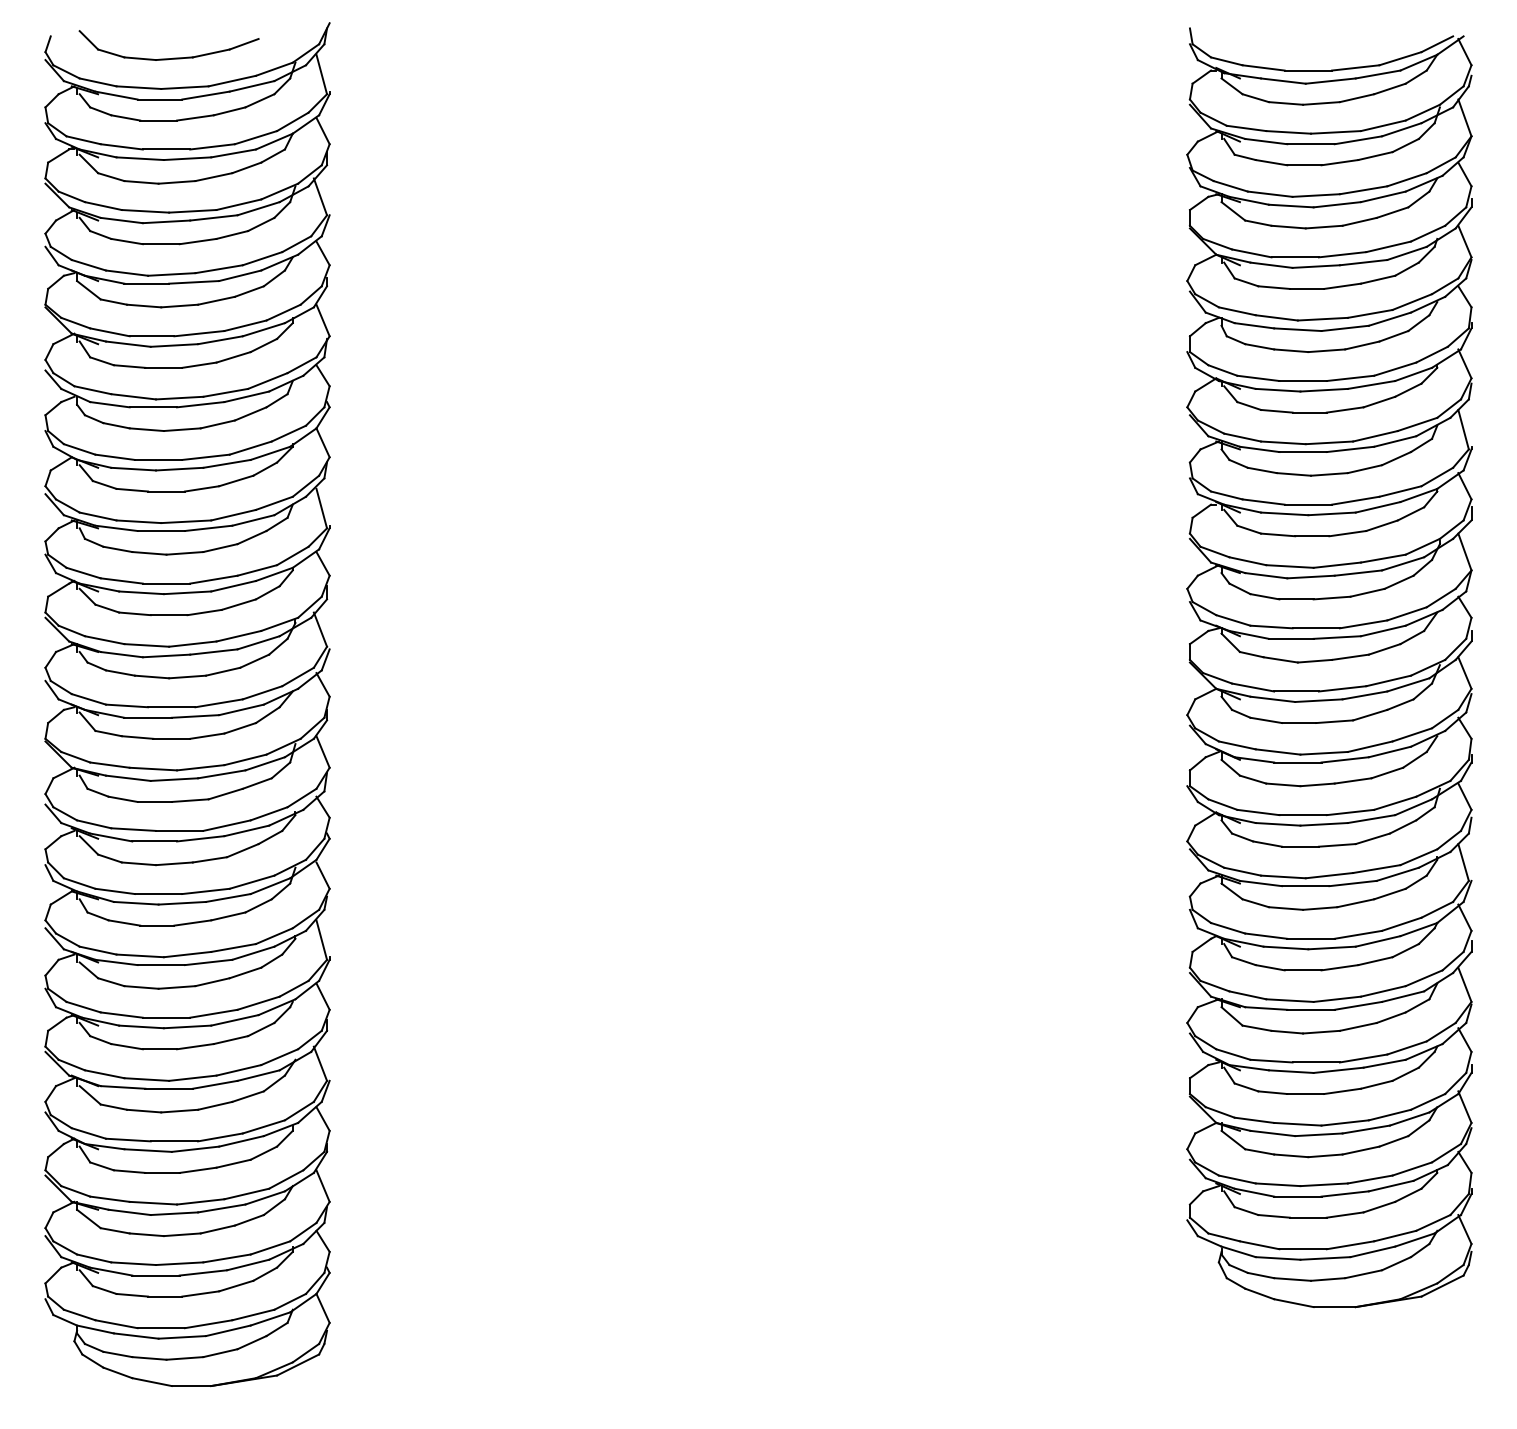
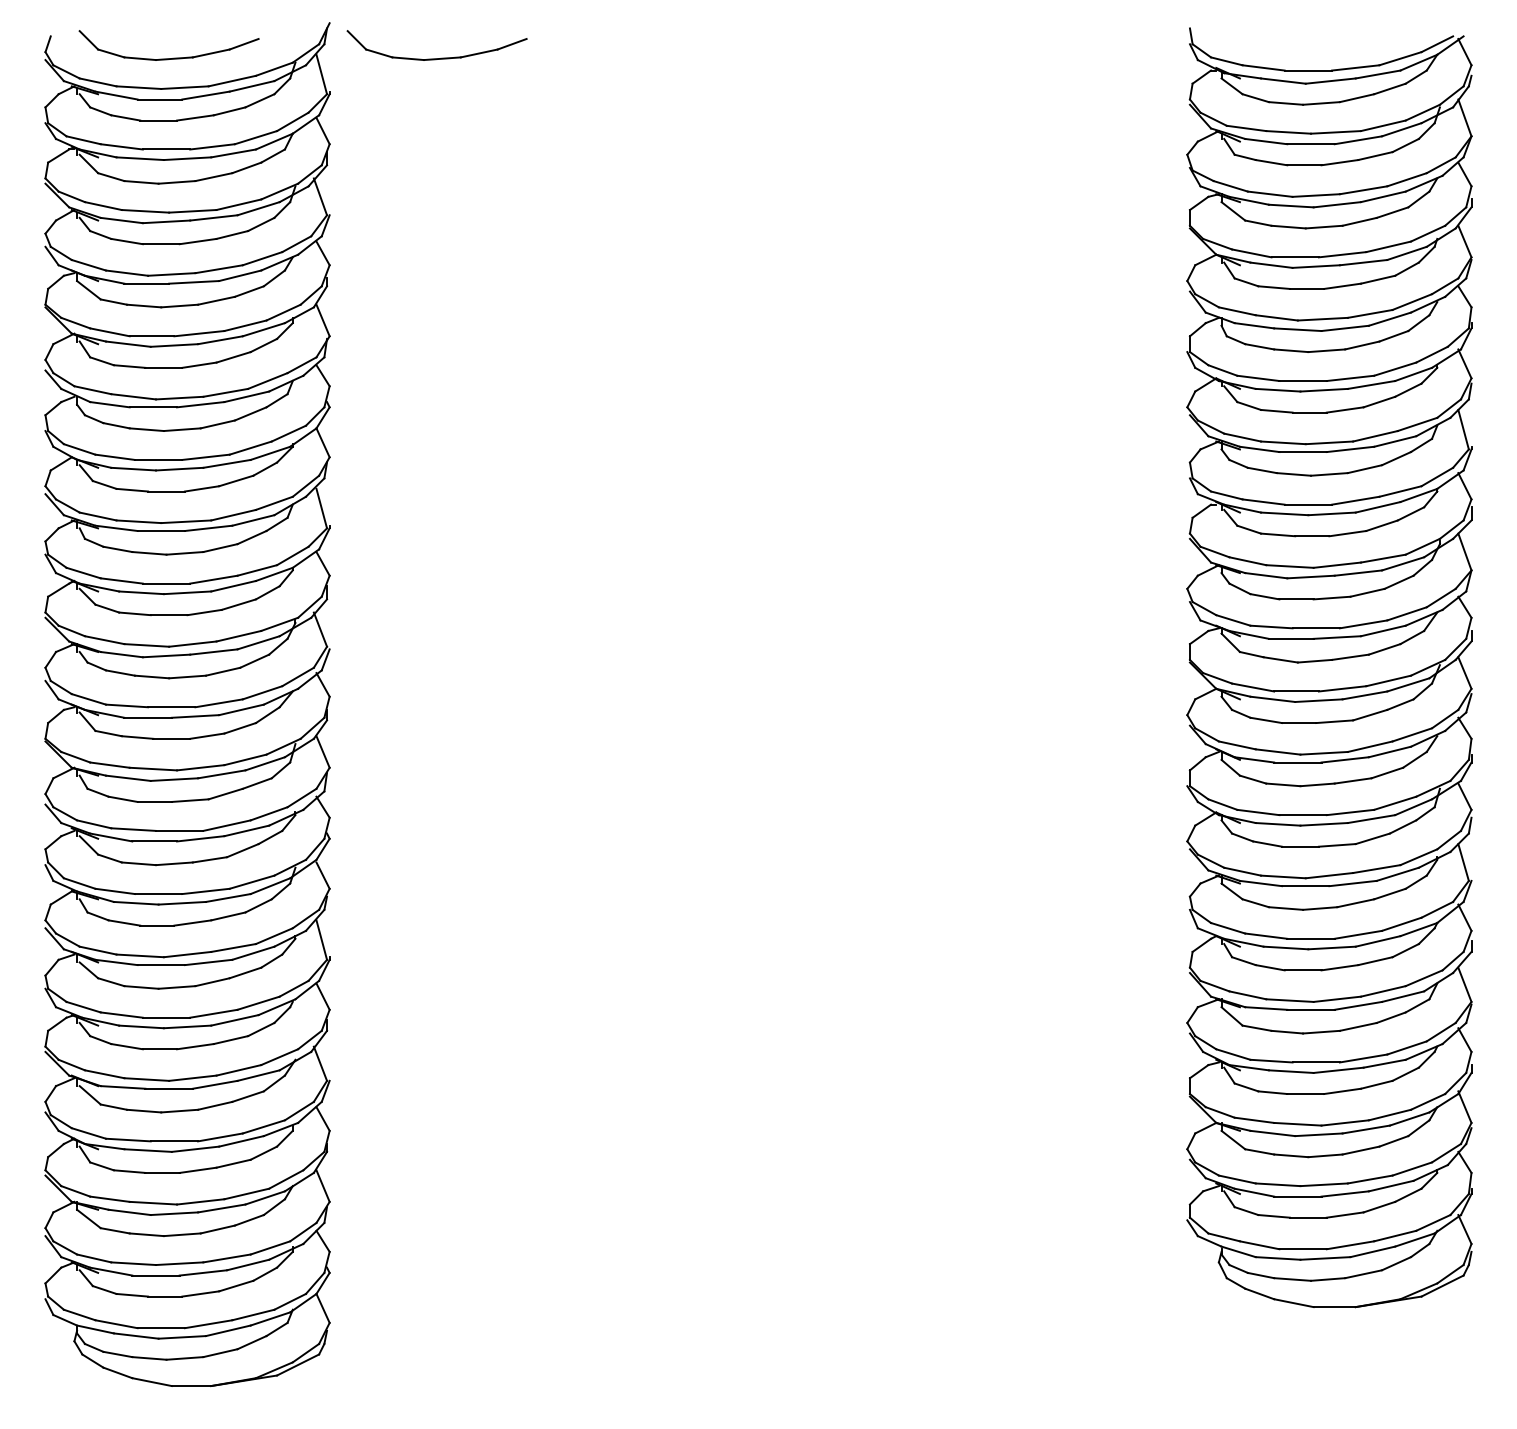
part at (441, 57): none -> present
